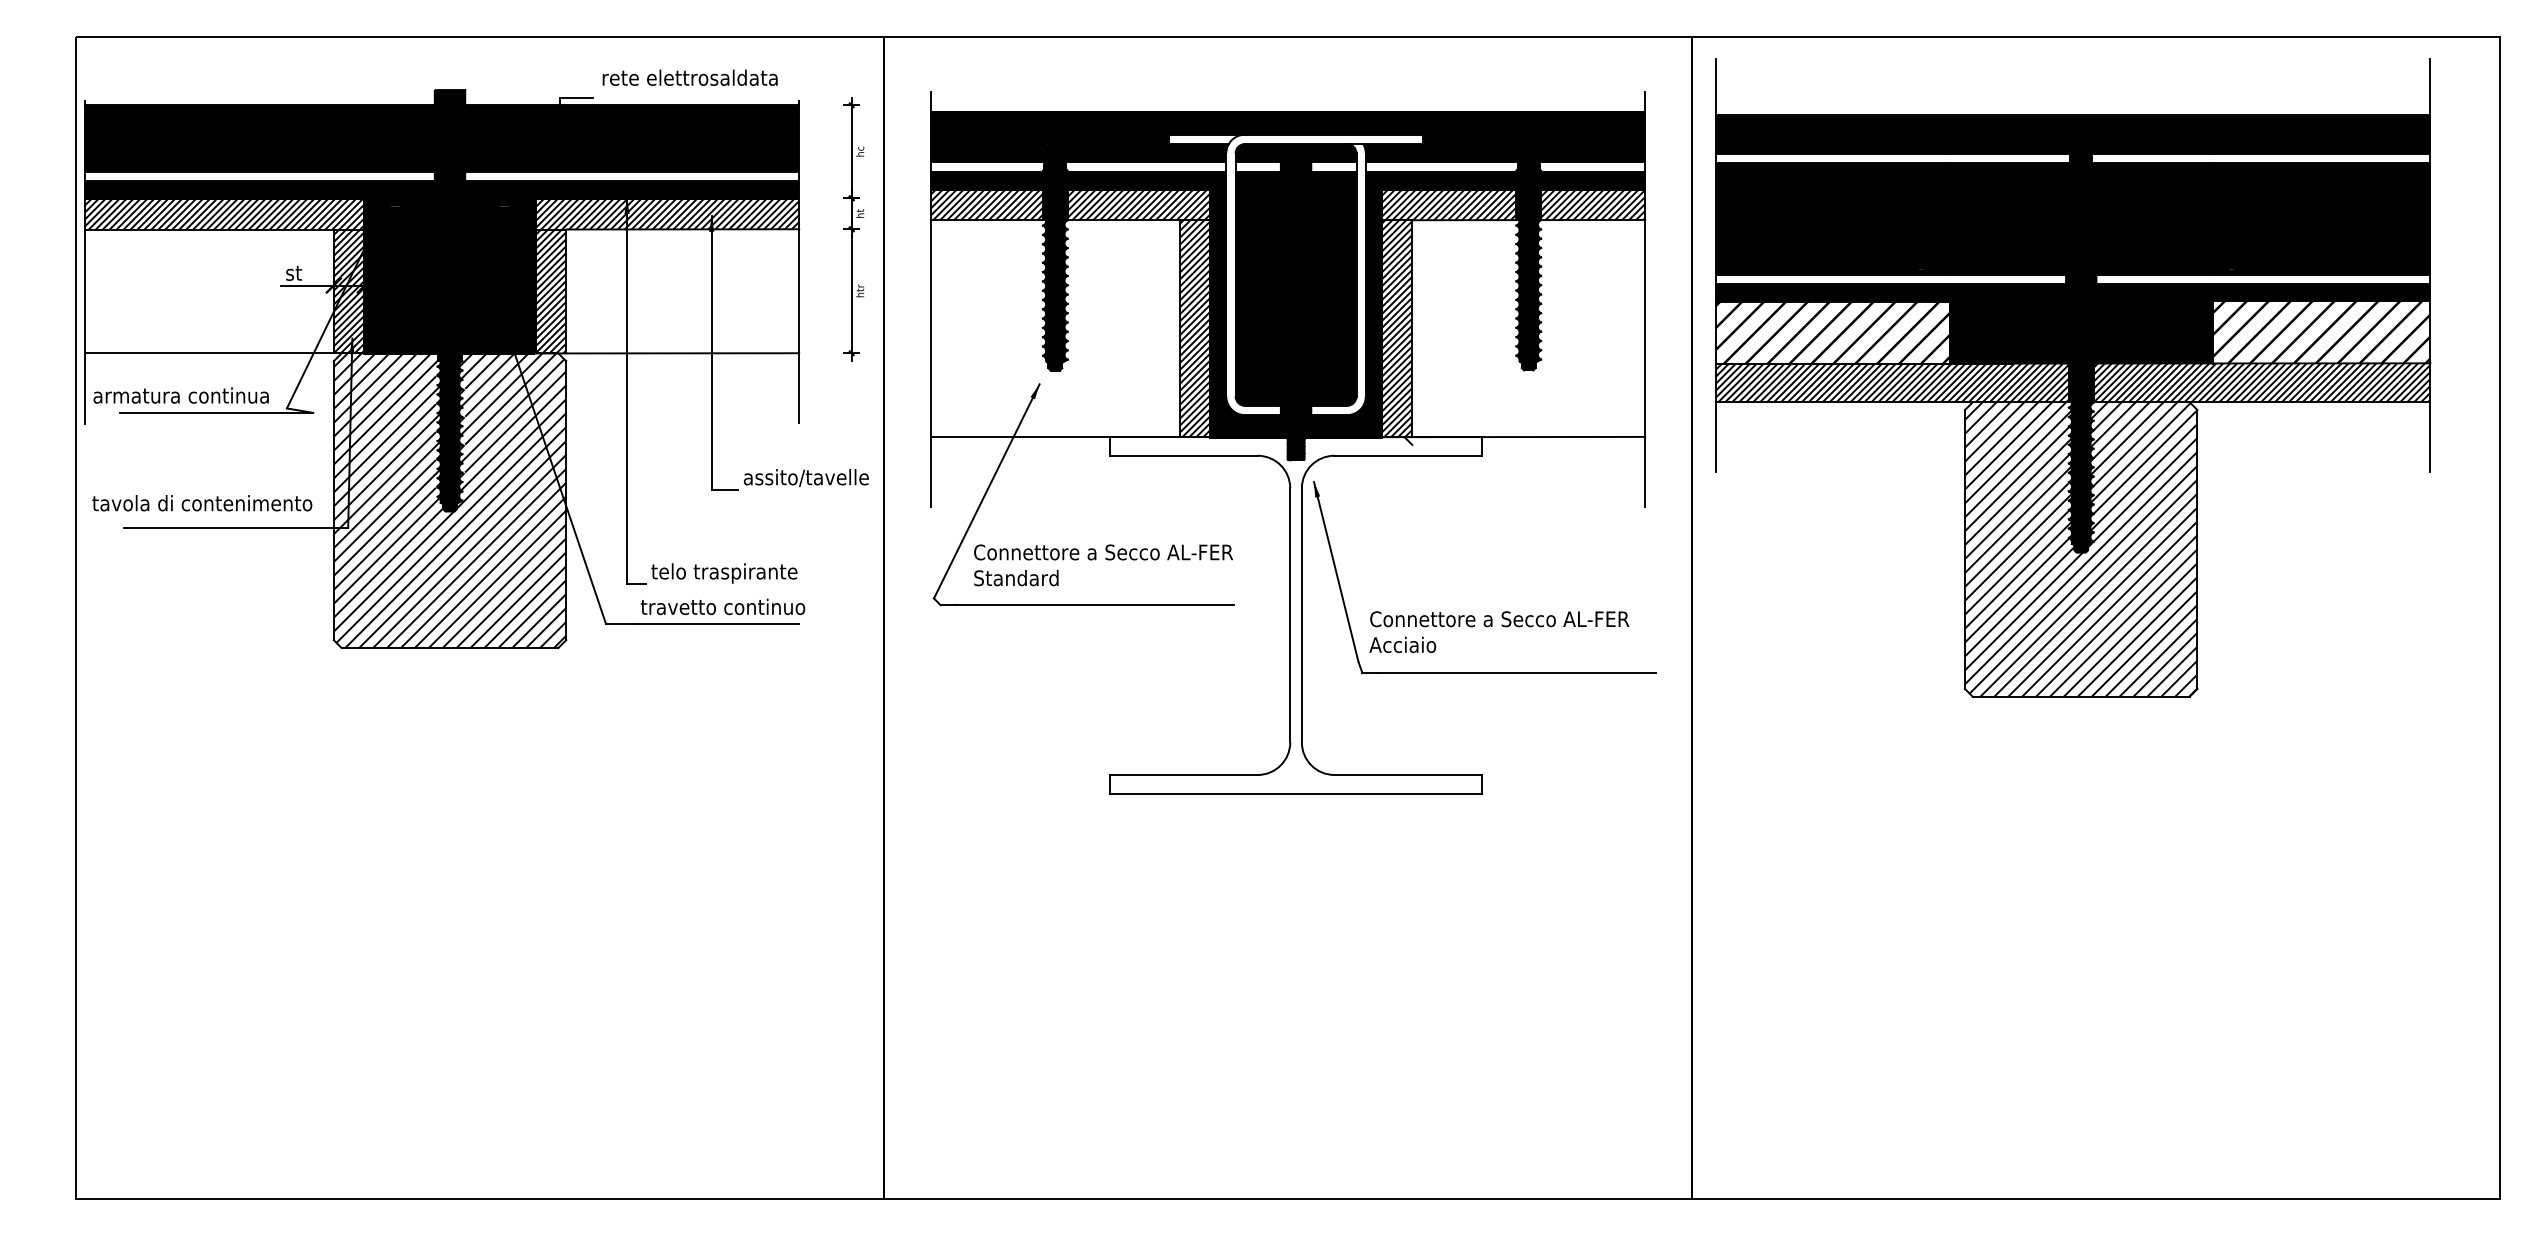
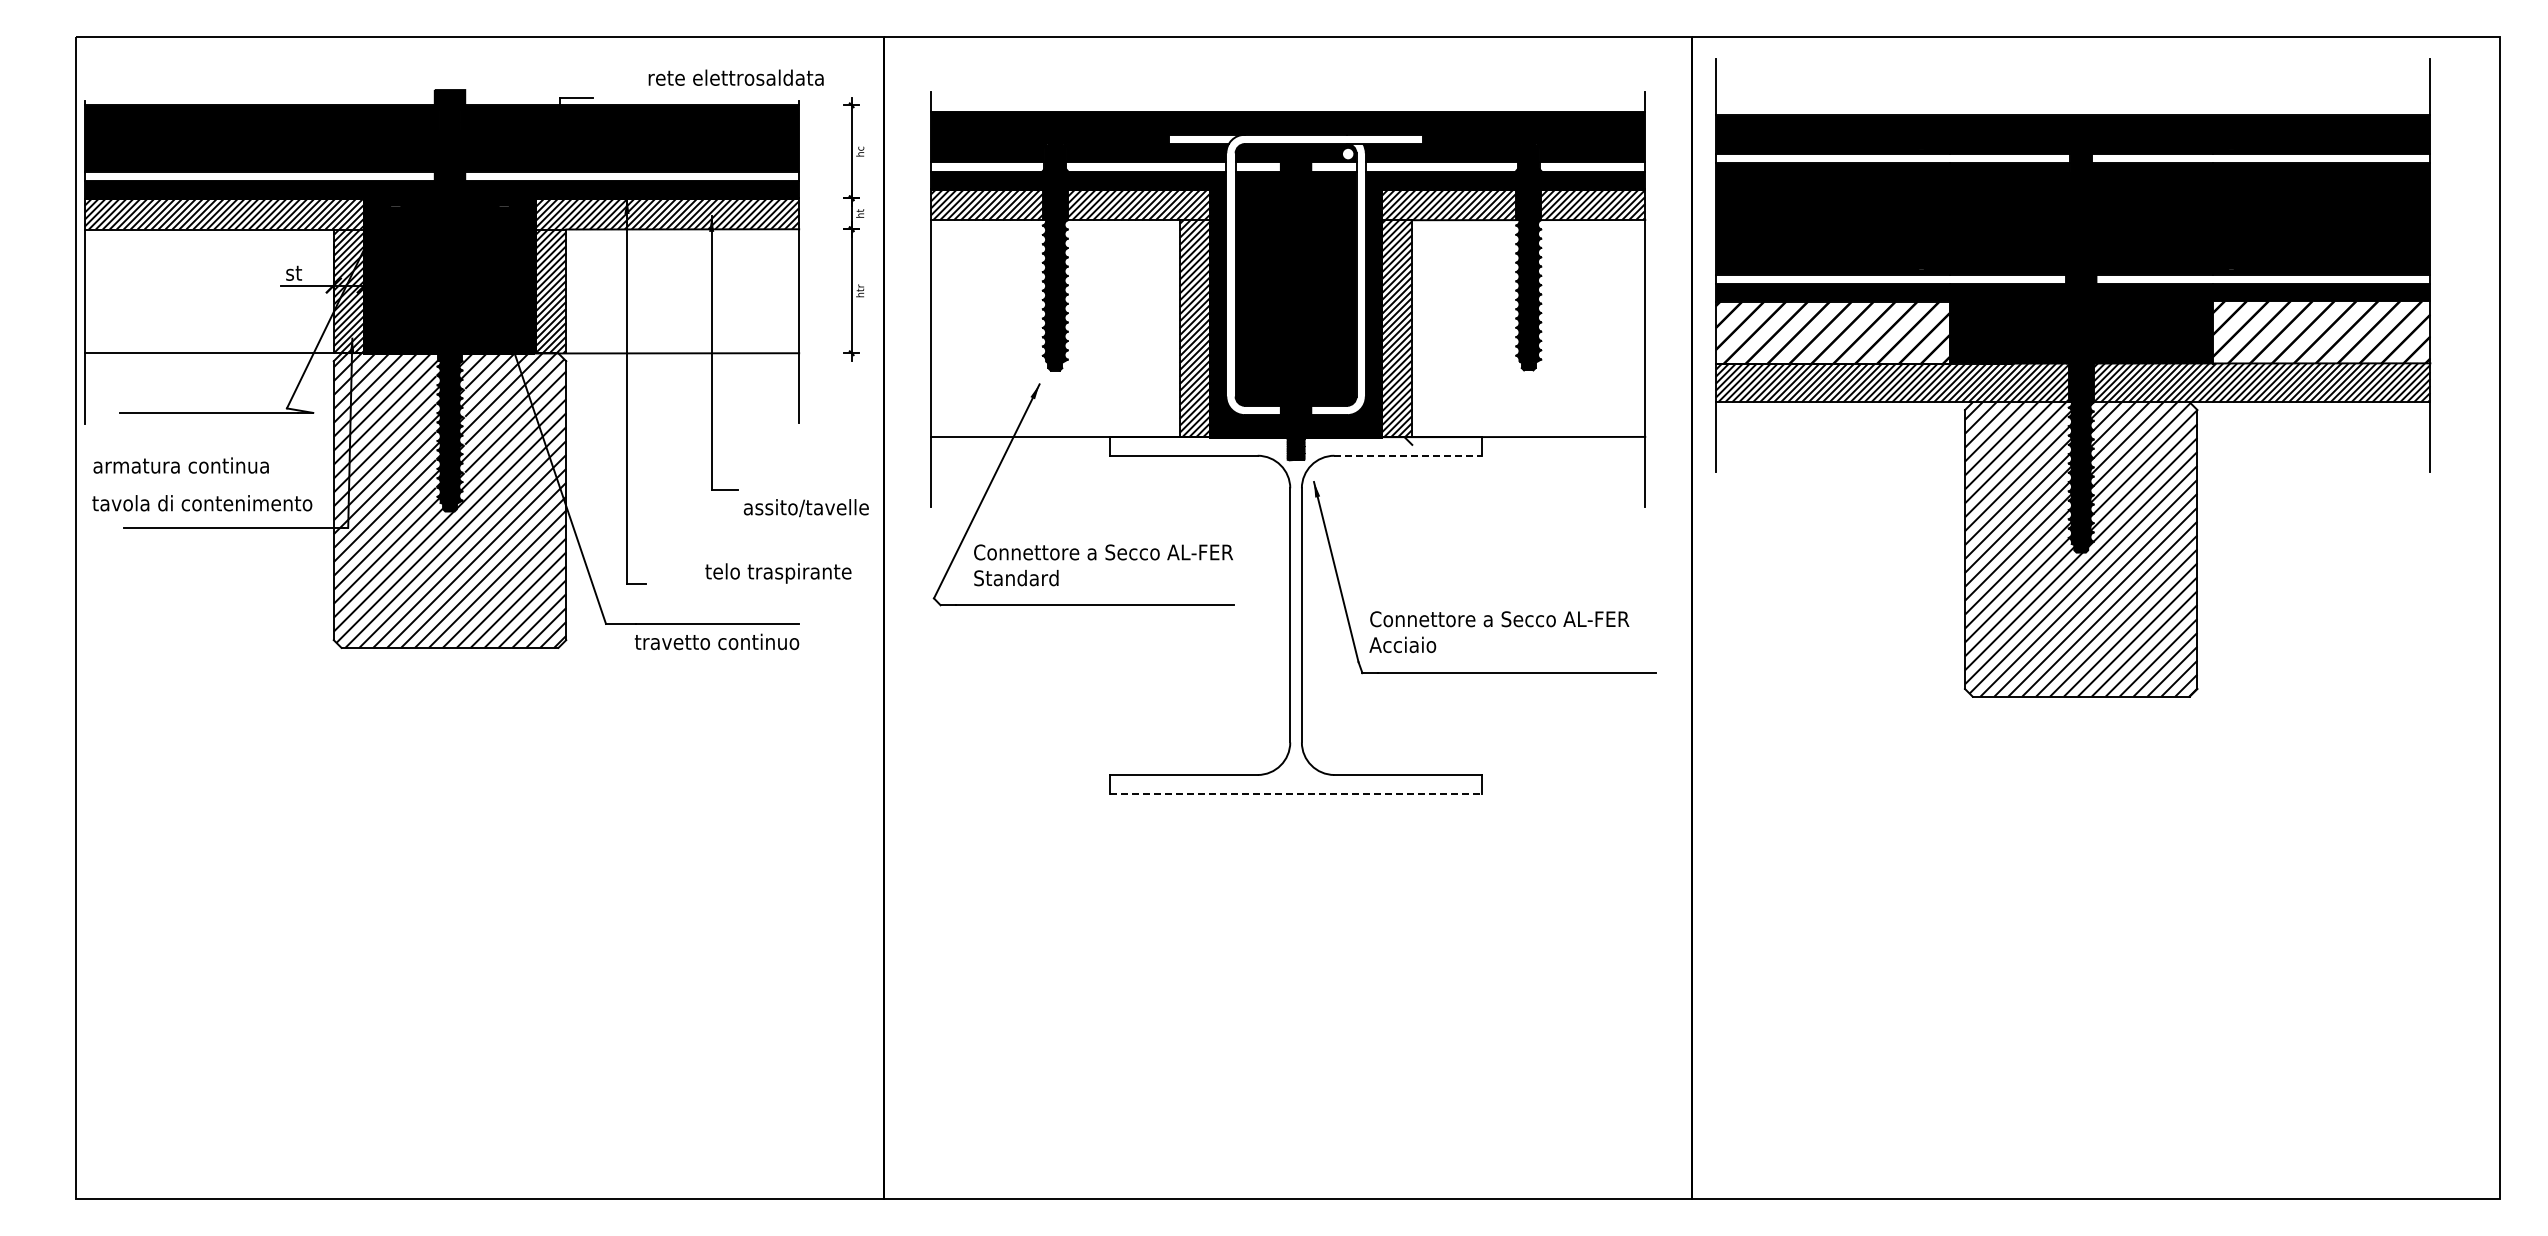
text at (689, 77) position: (689, 77) -> (735, 77)
fill at (1348, 153): present -> none
text at (180, 395) position: (180, 395) -> (180, 465)
line at (1408, 455): solid -> dashed
text at (805, 478) position: (805, 478) -> (805, 508)
text at (724, 573) position: (724, 573) -> (778, 573)
text at (722, 606) position: (722, 606) -> (716, 641)
line at (1296, 793): solid -> dashed
